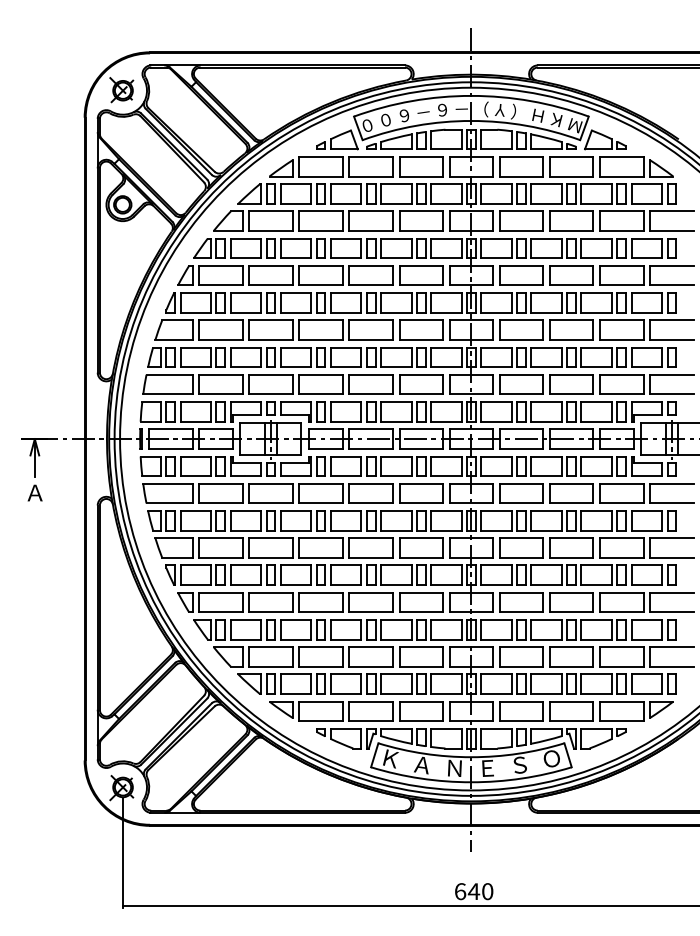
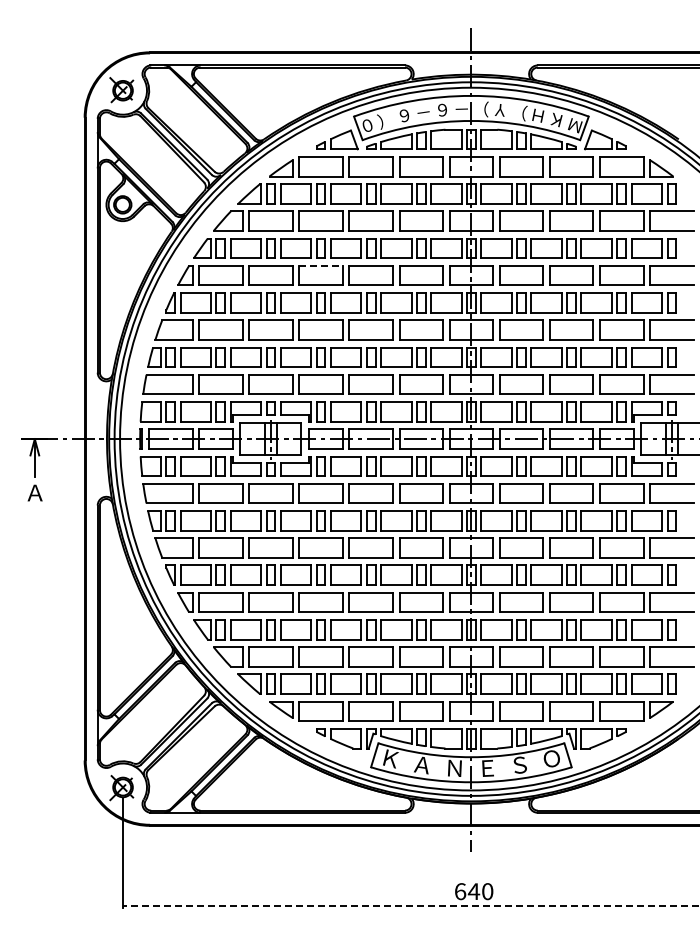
text at (519, 112): （ -> ）
text at (383, 121): ０ -> （
line at (321, 265): solid -> dashed
line at (410, 906): solid -> dashed
